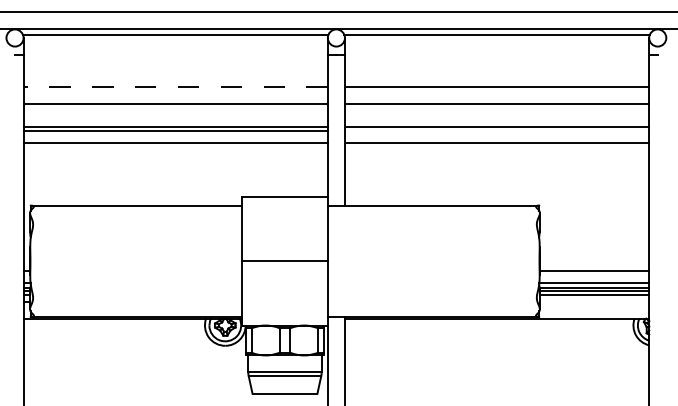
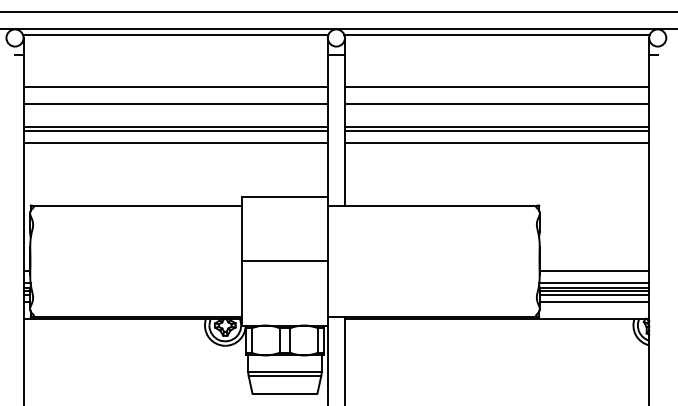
line at (175, 87): dashed -> solid
line at (496, 131): none -> present
line at (594, 301): none -> present
